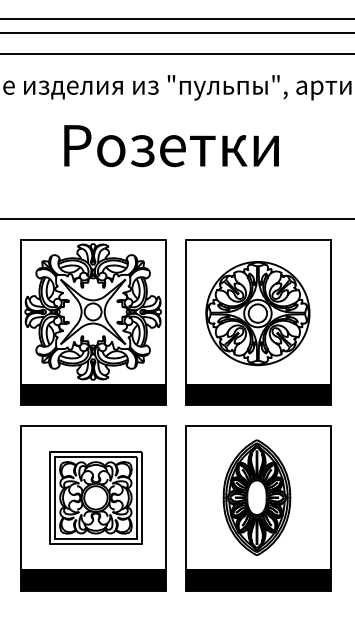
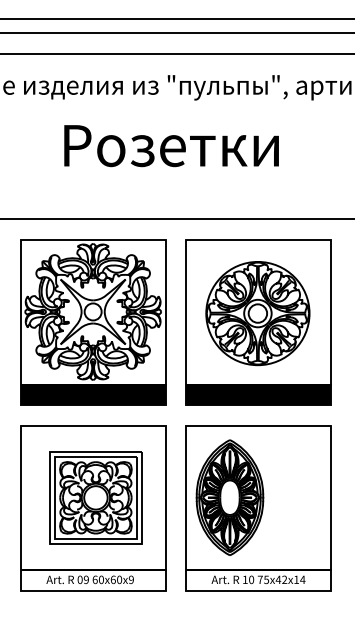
part at (256, 497) position: (256, 497) -> (229, 497)
fill at (93, 580): present -> none
fill at (258, 580): present -> none
